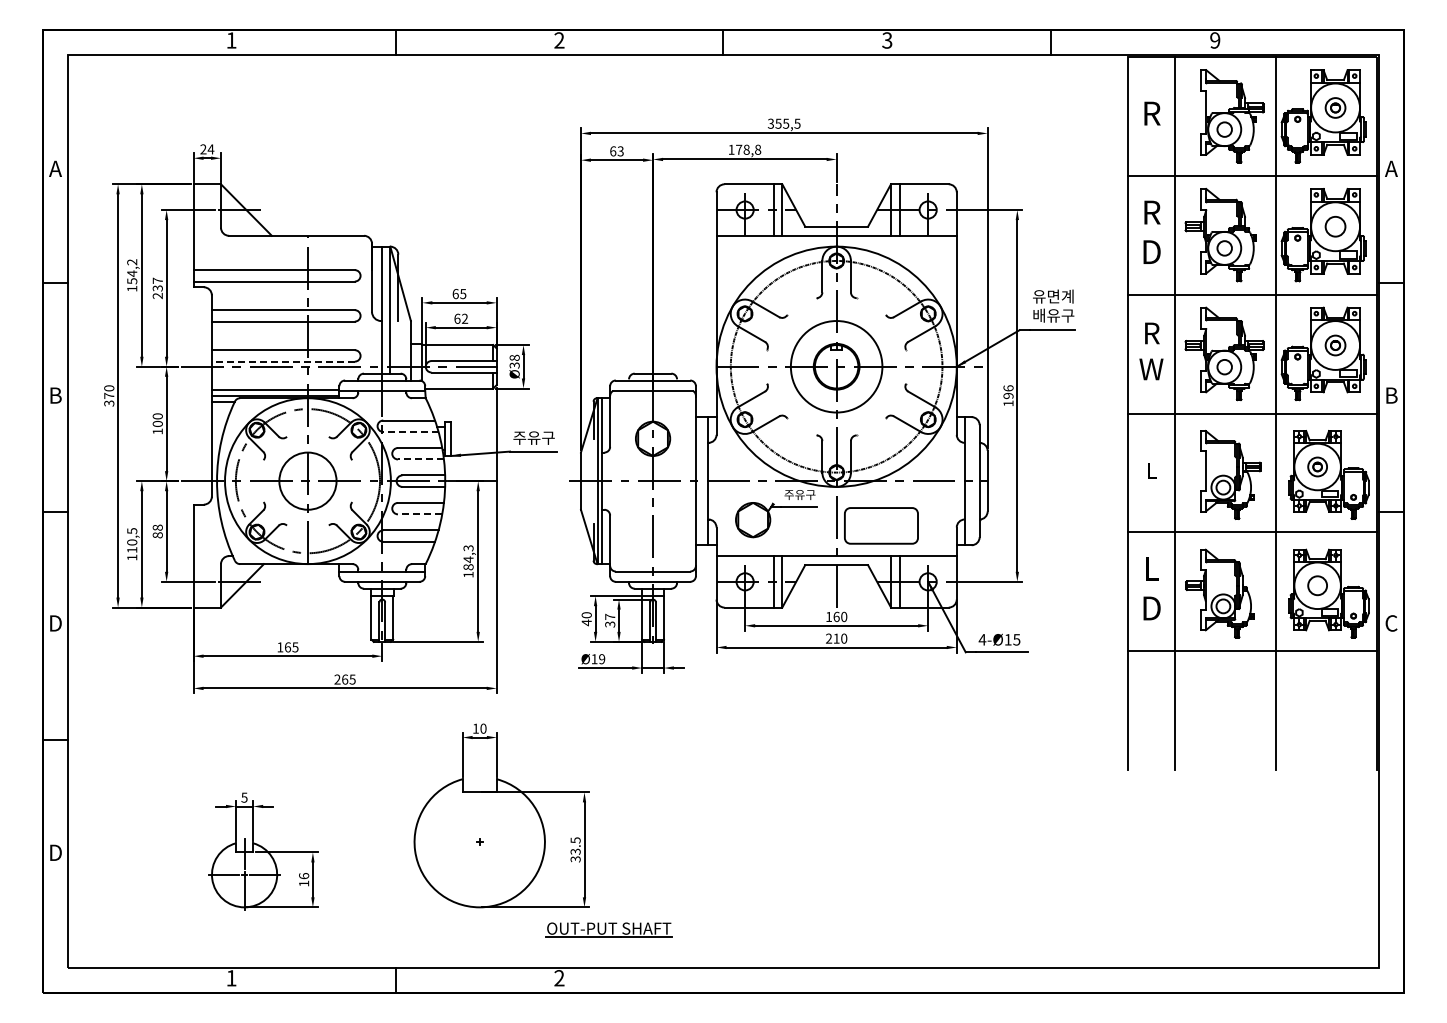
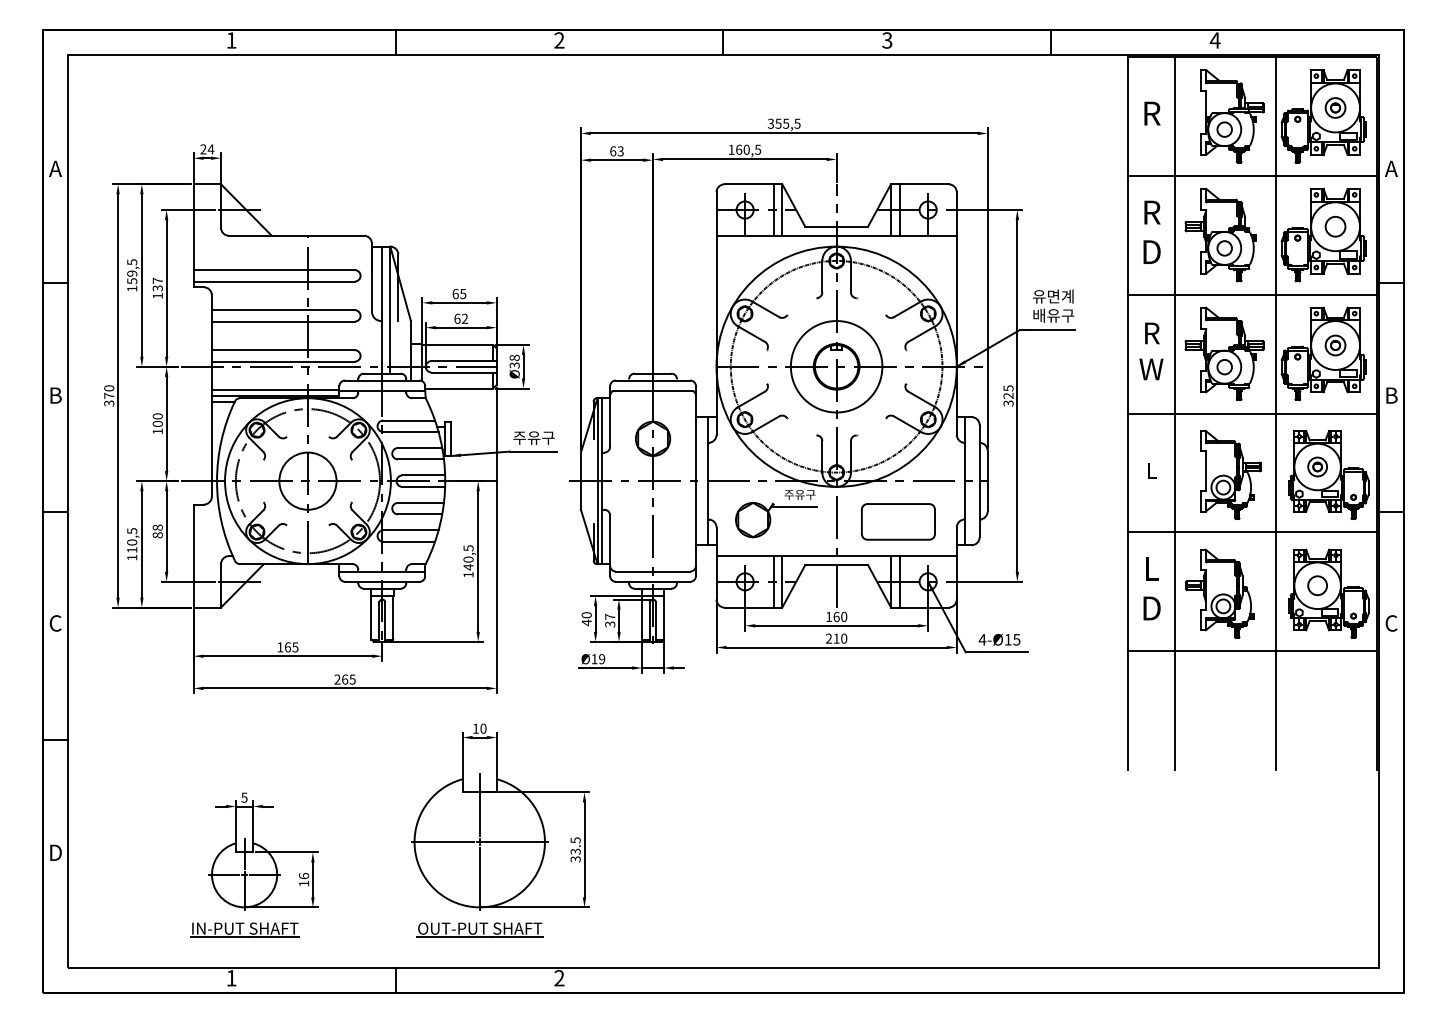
text at (1214, 40): 9 -> 4
text at (748, 149): 178,8 -> 160,5
text at (132, 267): 154,2 -> 159,5
text at (157, 296): 237 -> 137
line at (282, 361): dashed -> solid
text at (1008, 395): 196 -> 325
line at (410, 431): dashed -> solid
line at (420, 459): dashed -> solid
line at (419, 514): dashed -> solid
part at (881, 525) position: (881, 525) -> (898, 521)
text at (468, 557): 184,3 -> 140,5
text at (55, 623): D -> C
line at (479, 805): none -> present
line at (442, 842): none -> present
line at (516, 842): none -> present
line at (479, 878): none -> present
part at (244, 929): none -> present
part at (608, 929) position: (608, 929) -> (479, 929)
